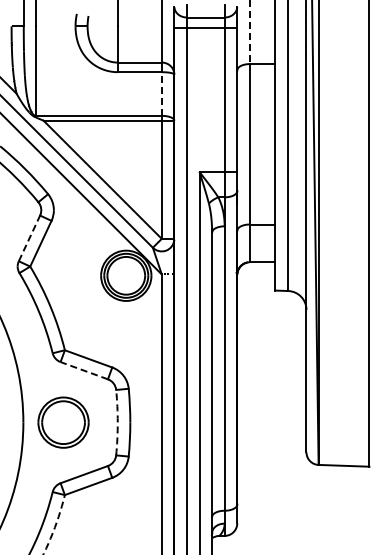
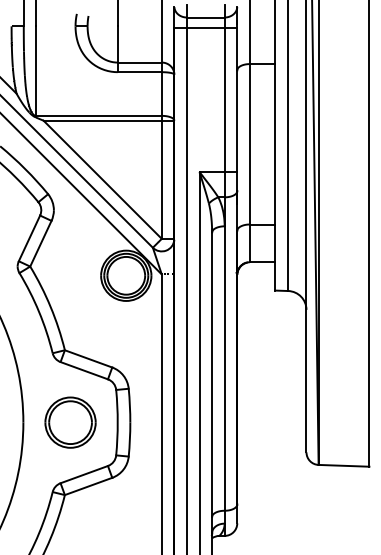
line at (249, 32): dashed -> solid
line at (161, 94): dashed -> solid
line at (29, 237): dashed -> solid
line at (83, 370): dashed -> solid
part at (63, 422) position: (63, 422) -> (70, 422)
arc at (117, 422): dashed -> solid
arc at (55, 525): dashed -> solid
